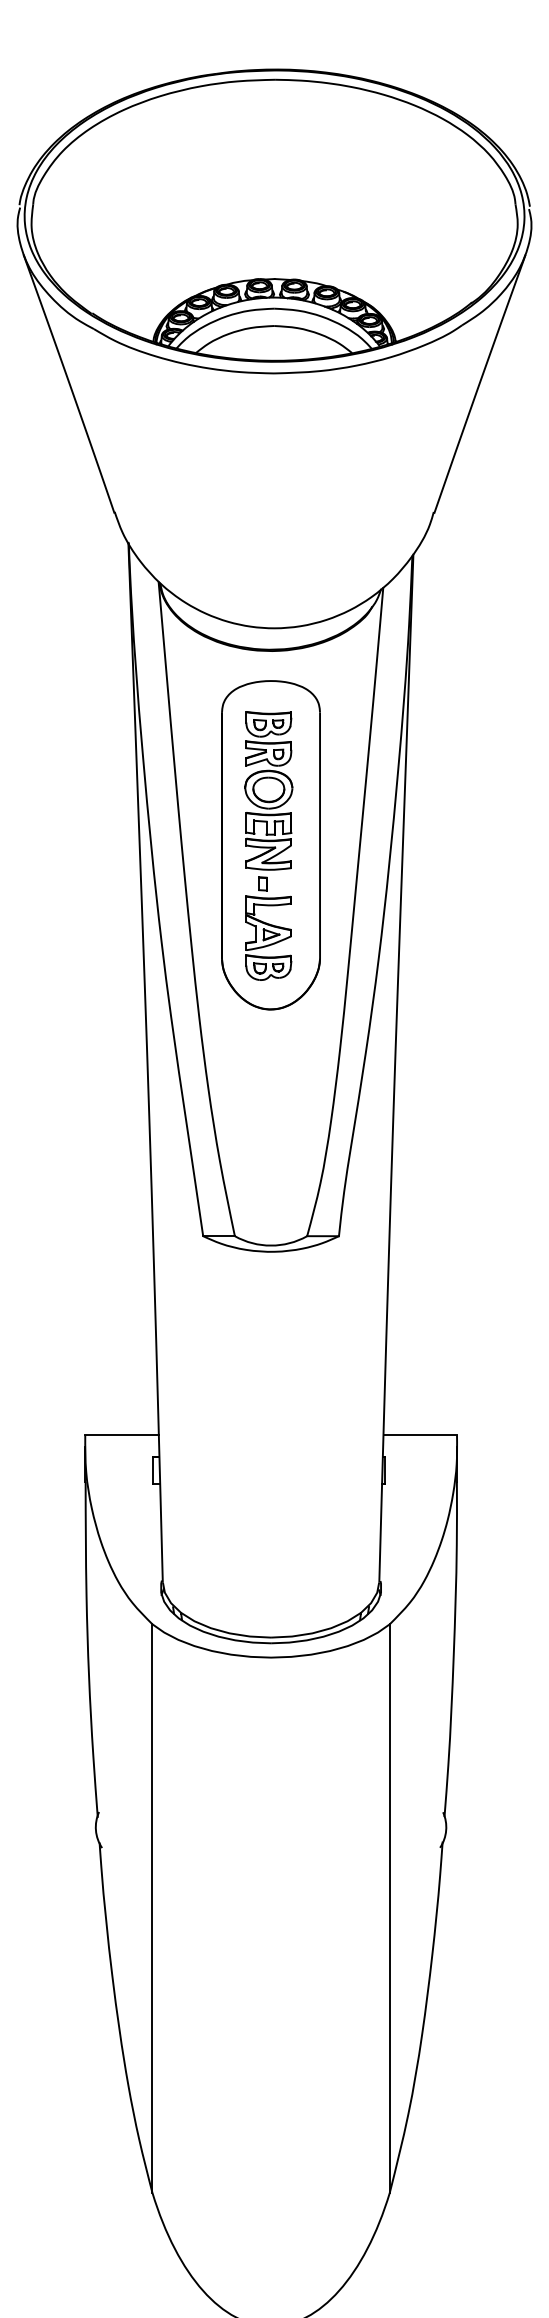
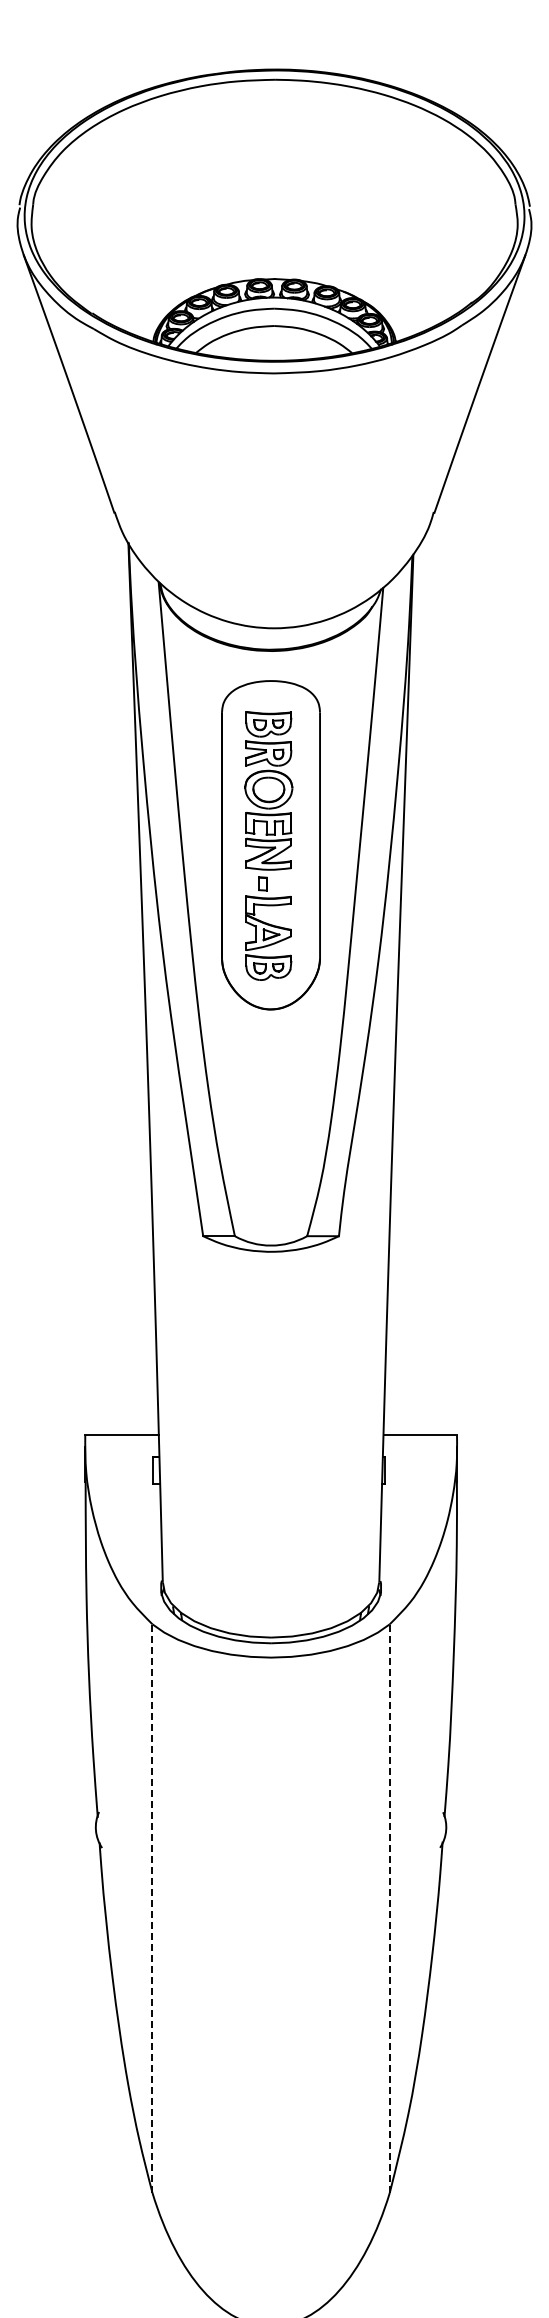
line at (152, 1908): solid -> dashed
line at (389, 1908): solid -> dashed
